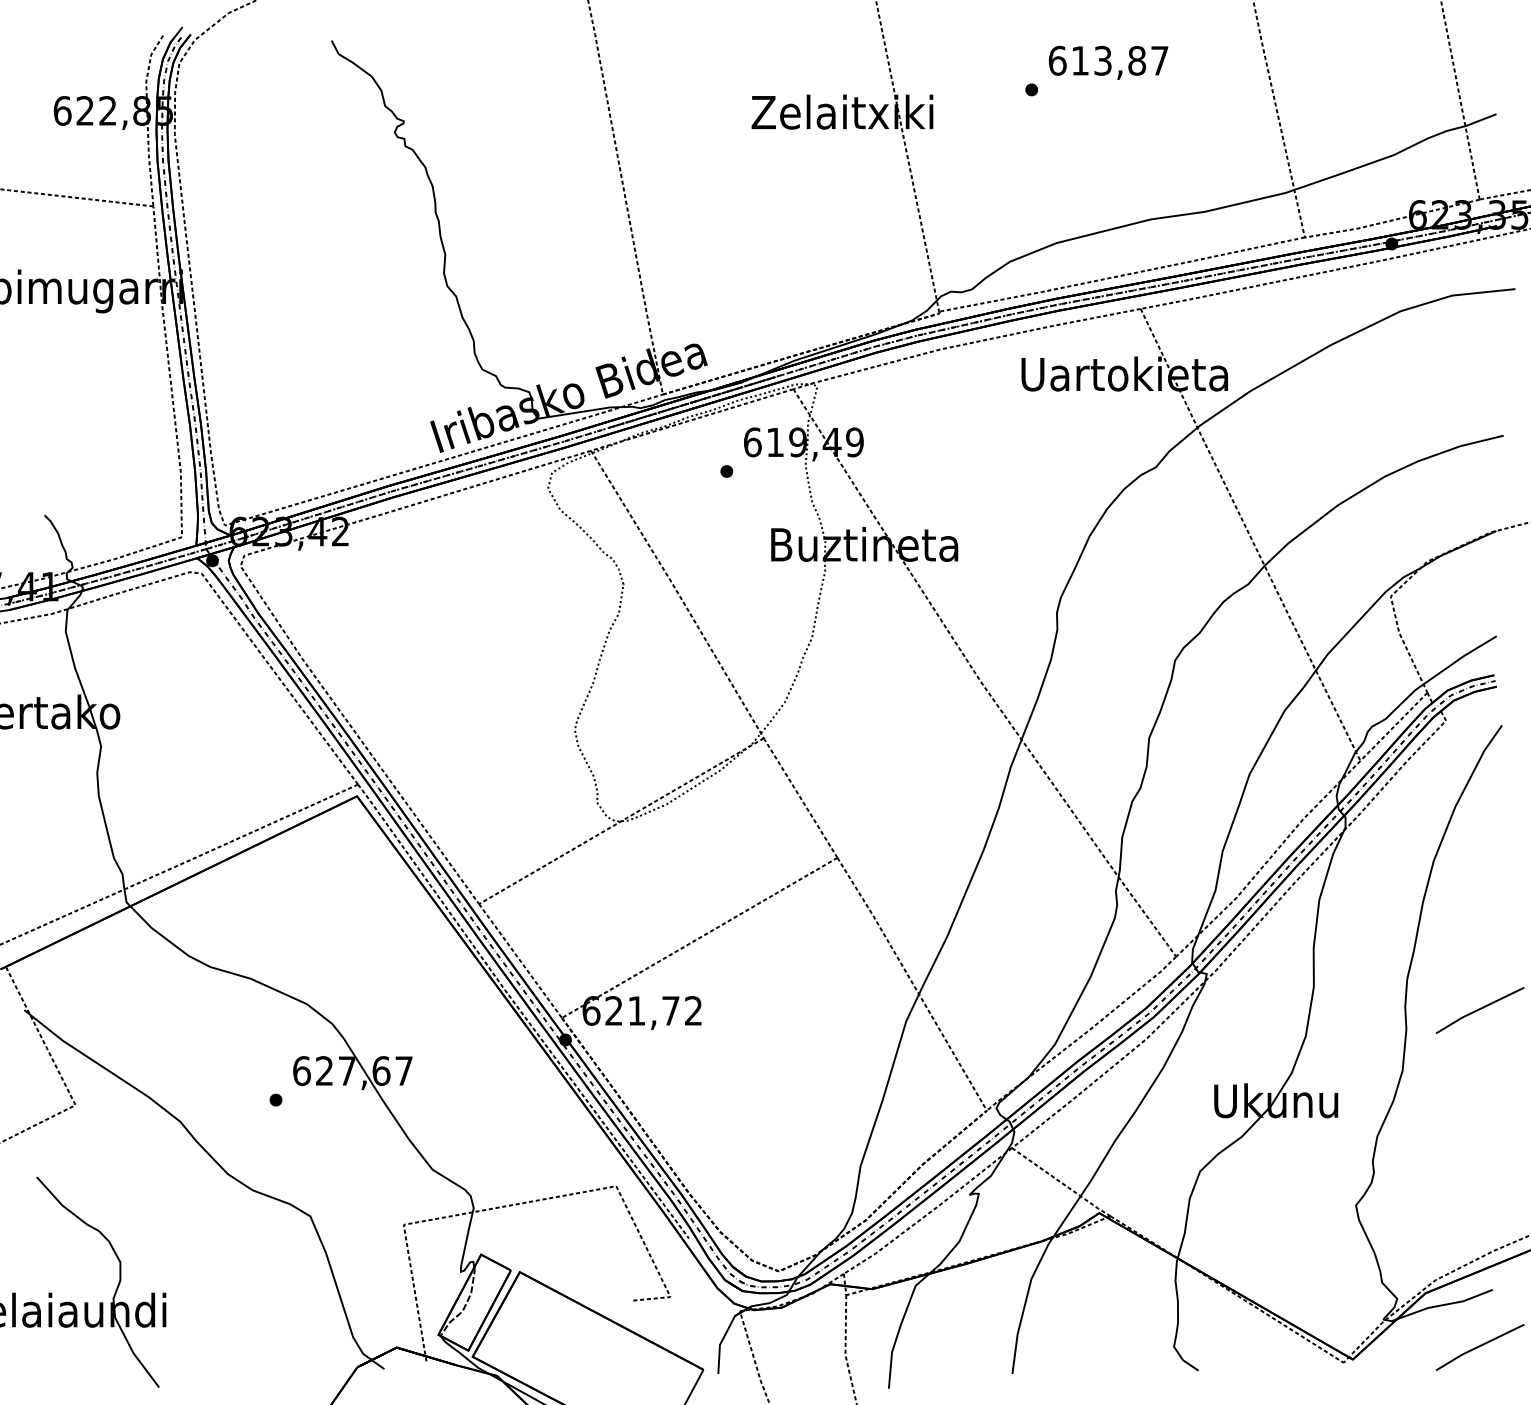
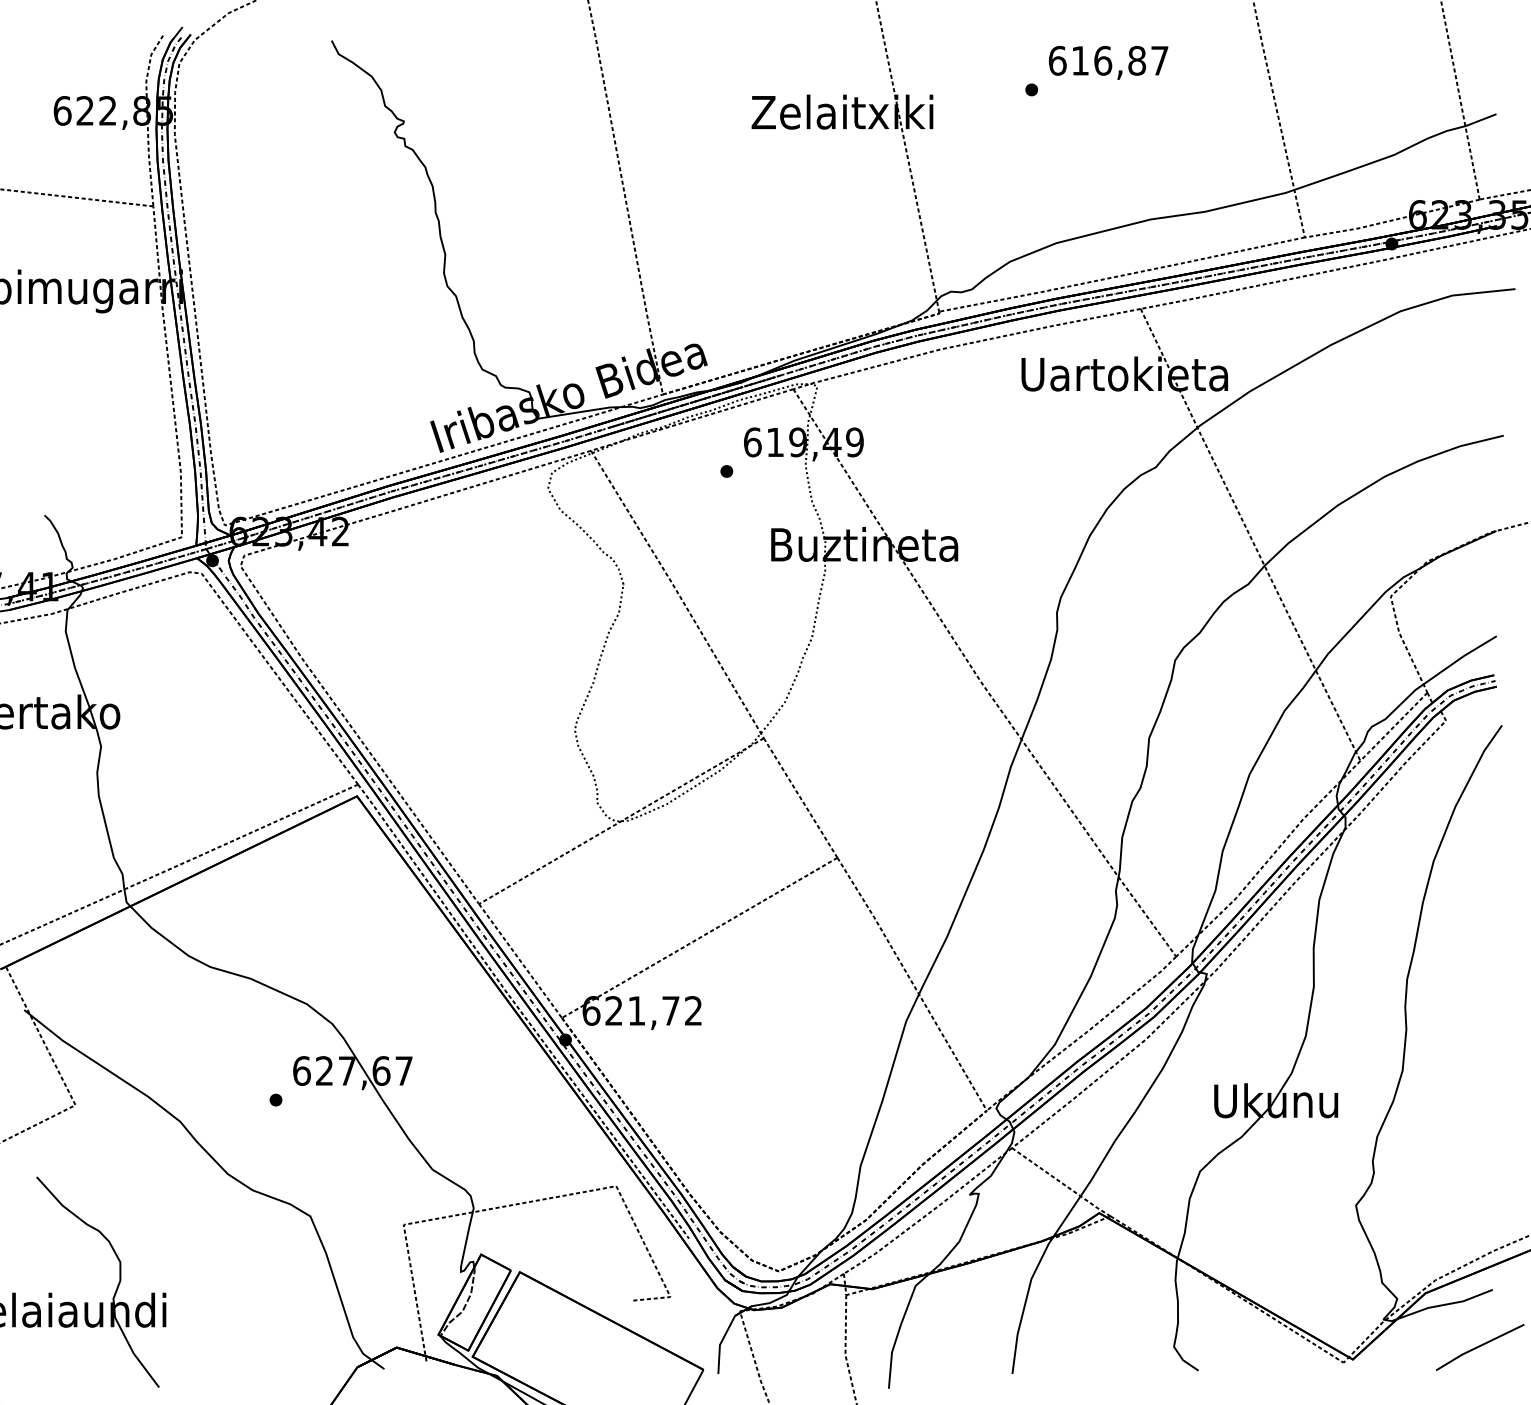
text at (1103, 60): 613,87 -> 616,87
line at (1479, 1010): present -> none
